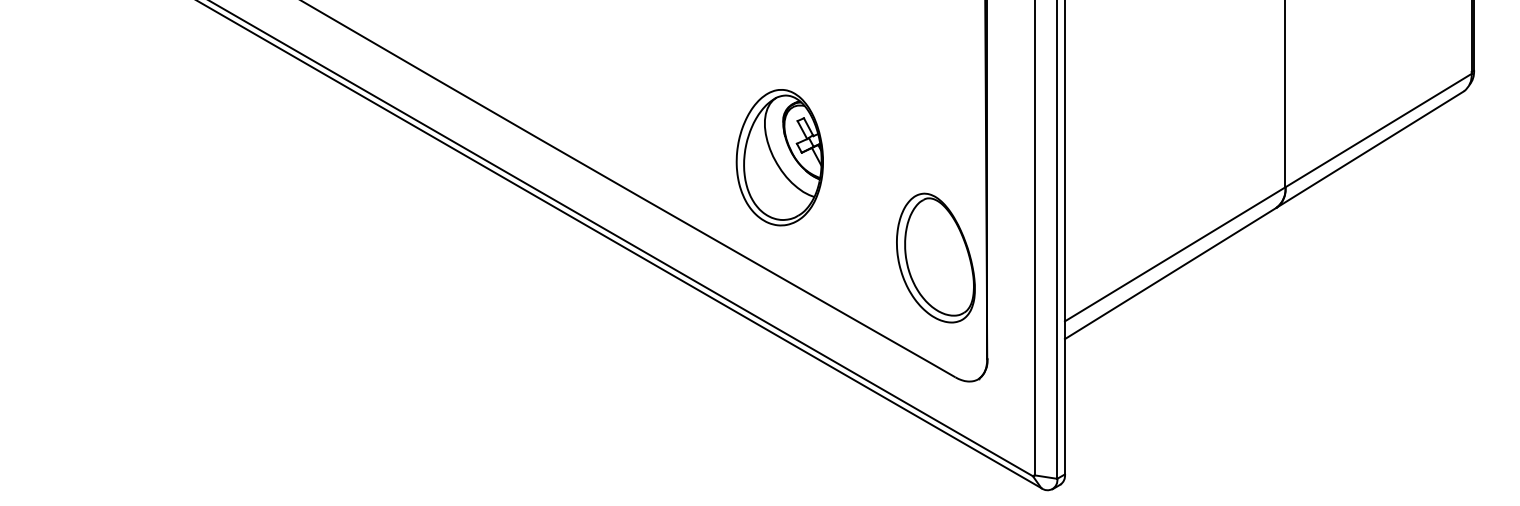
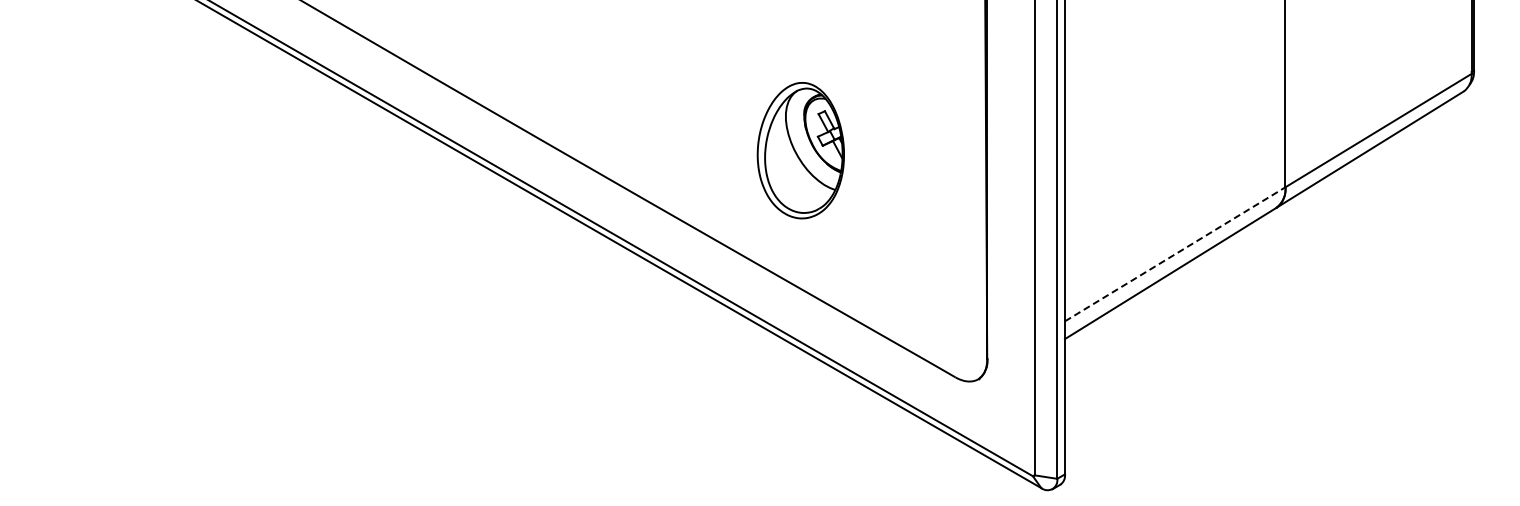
part at (779, 157) position: (779, 157) -> (800, 150)
line at (1175, 254): solid -> dashed
part at (935, 257): present -> none
